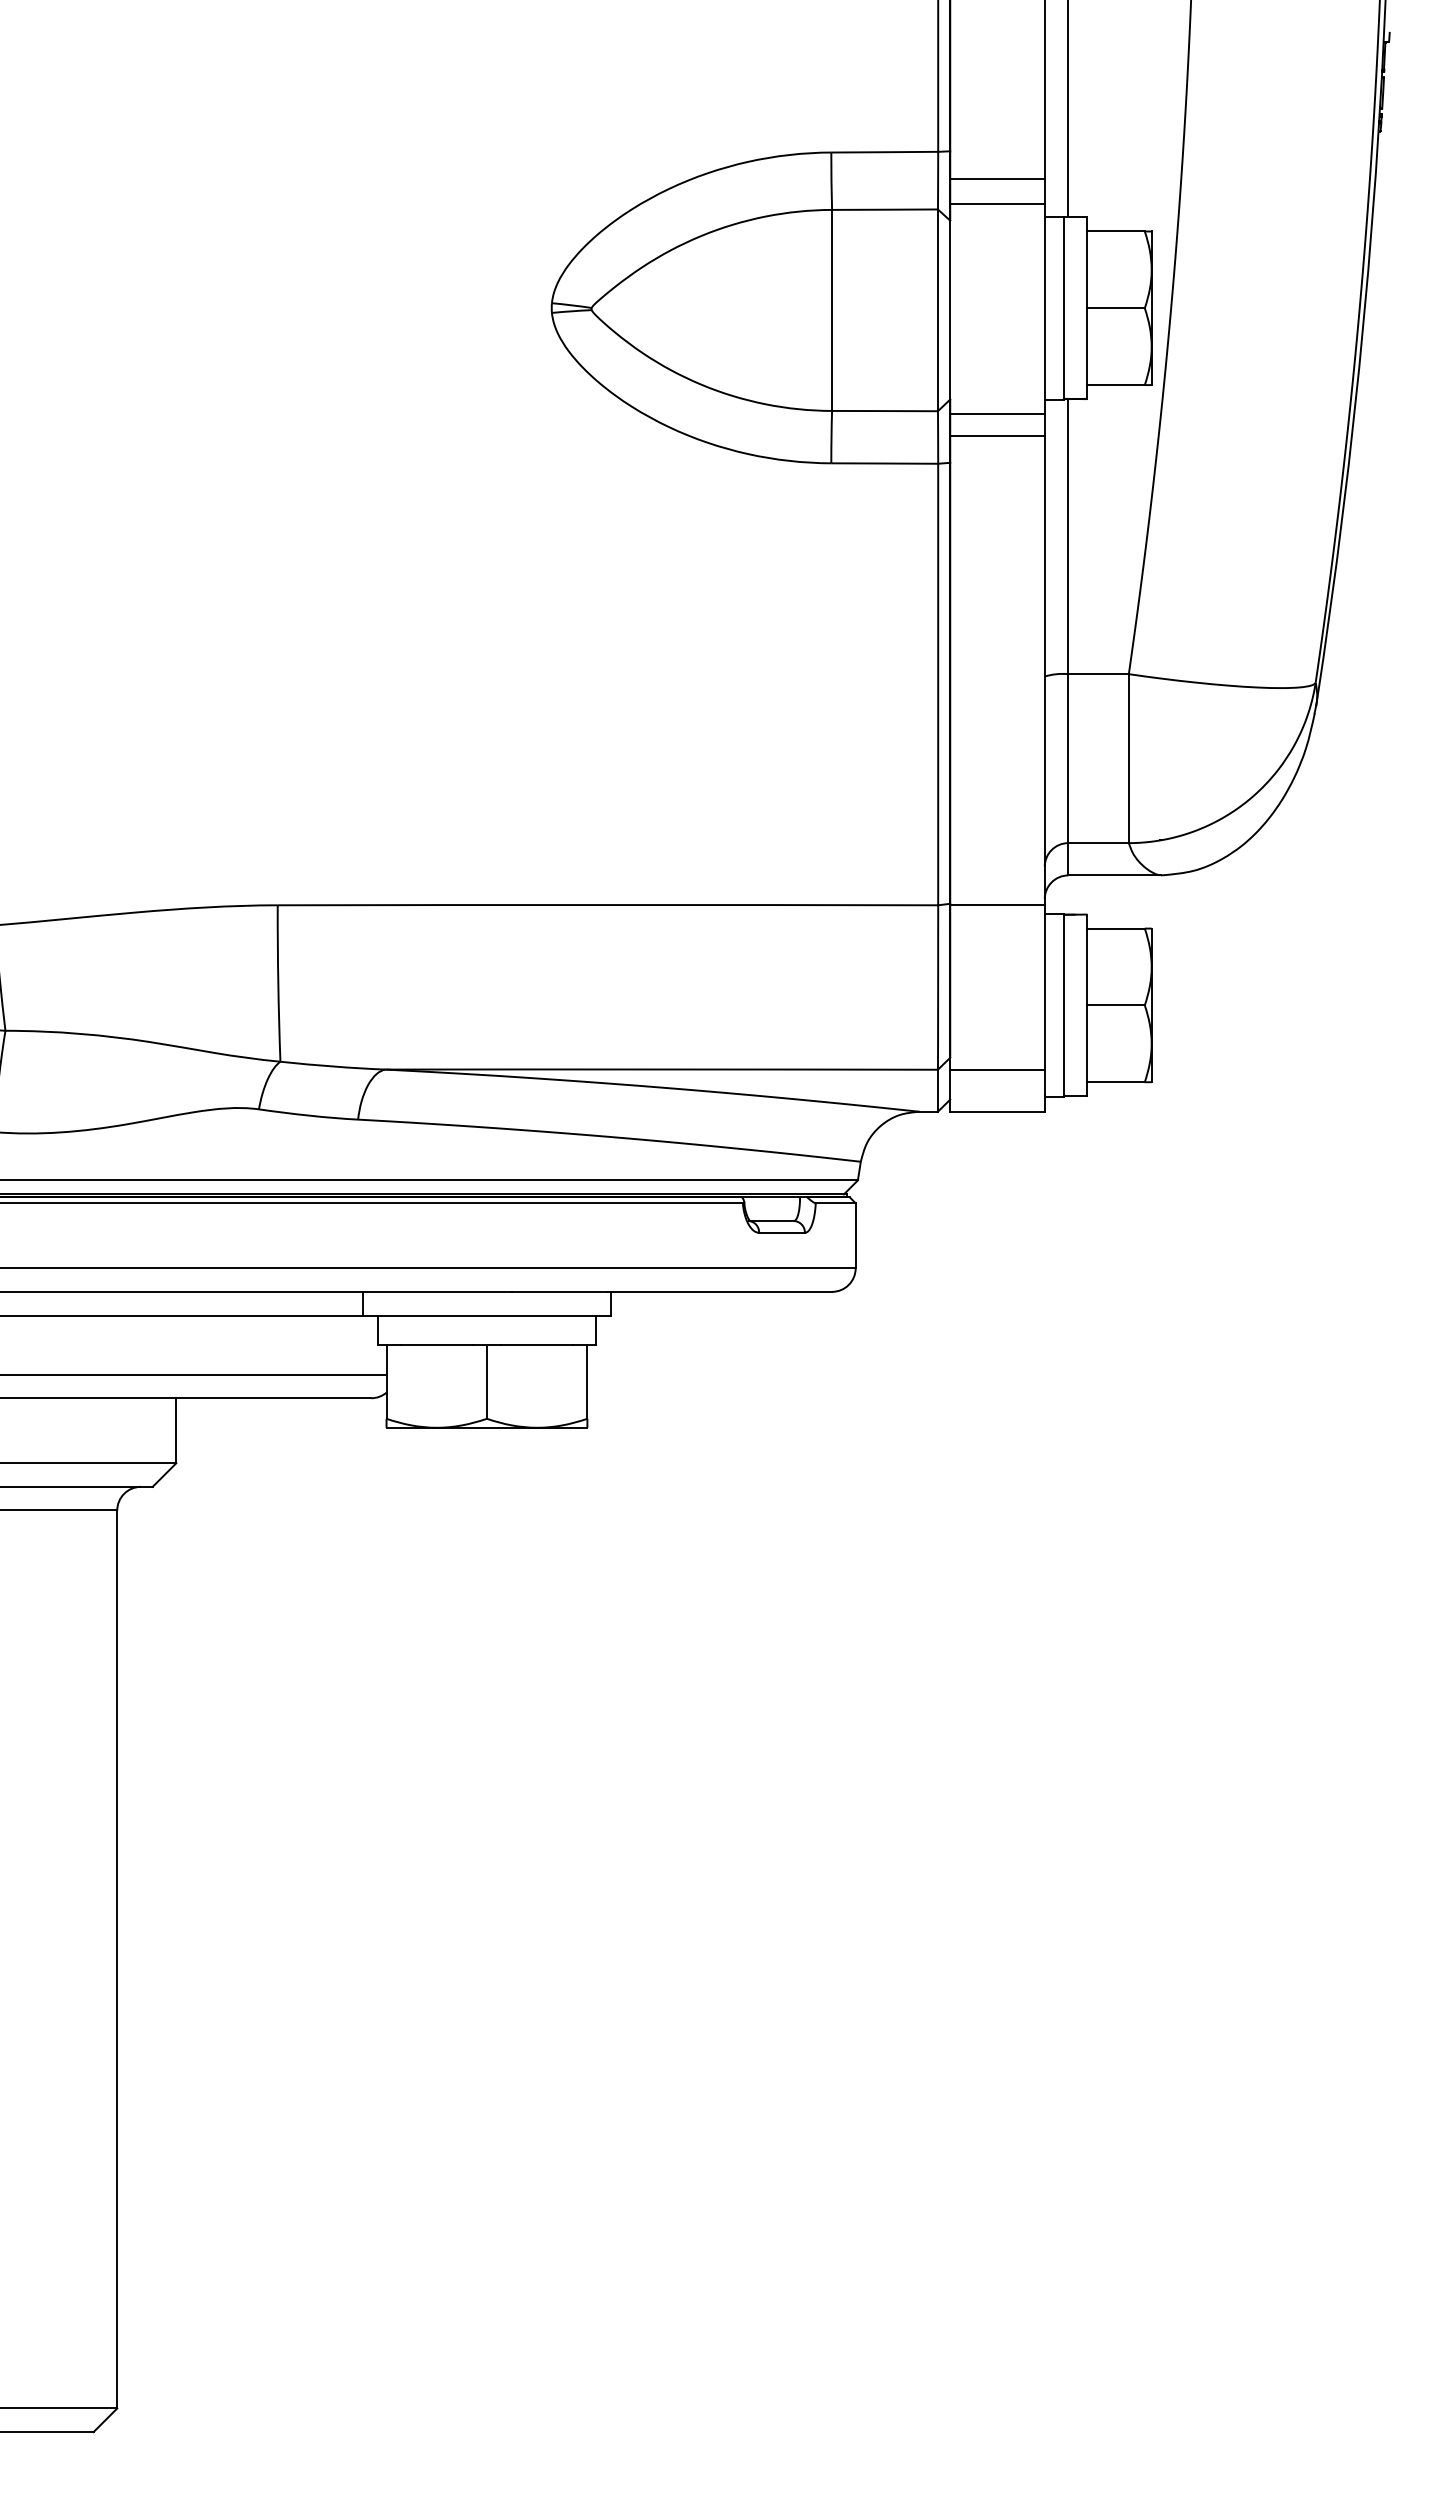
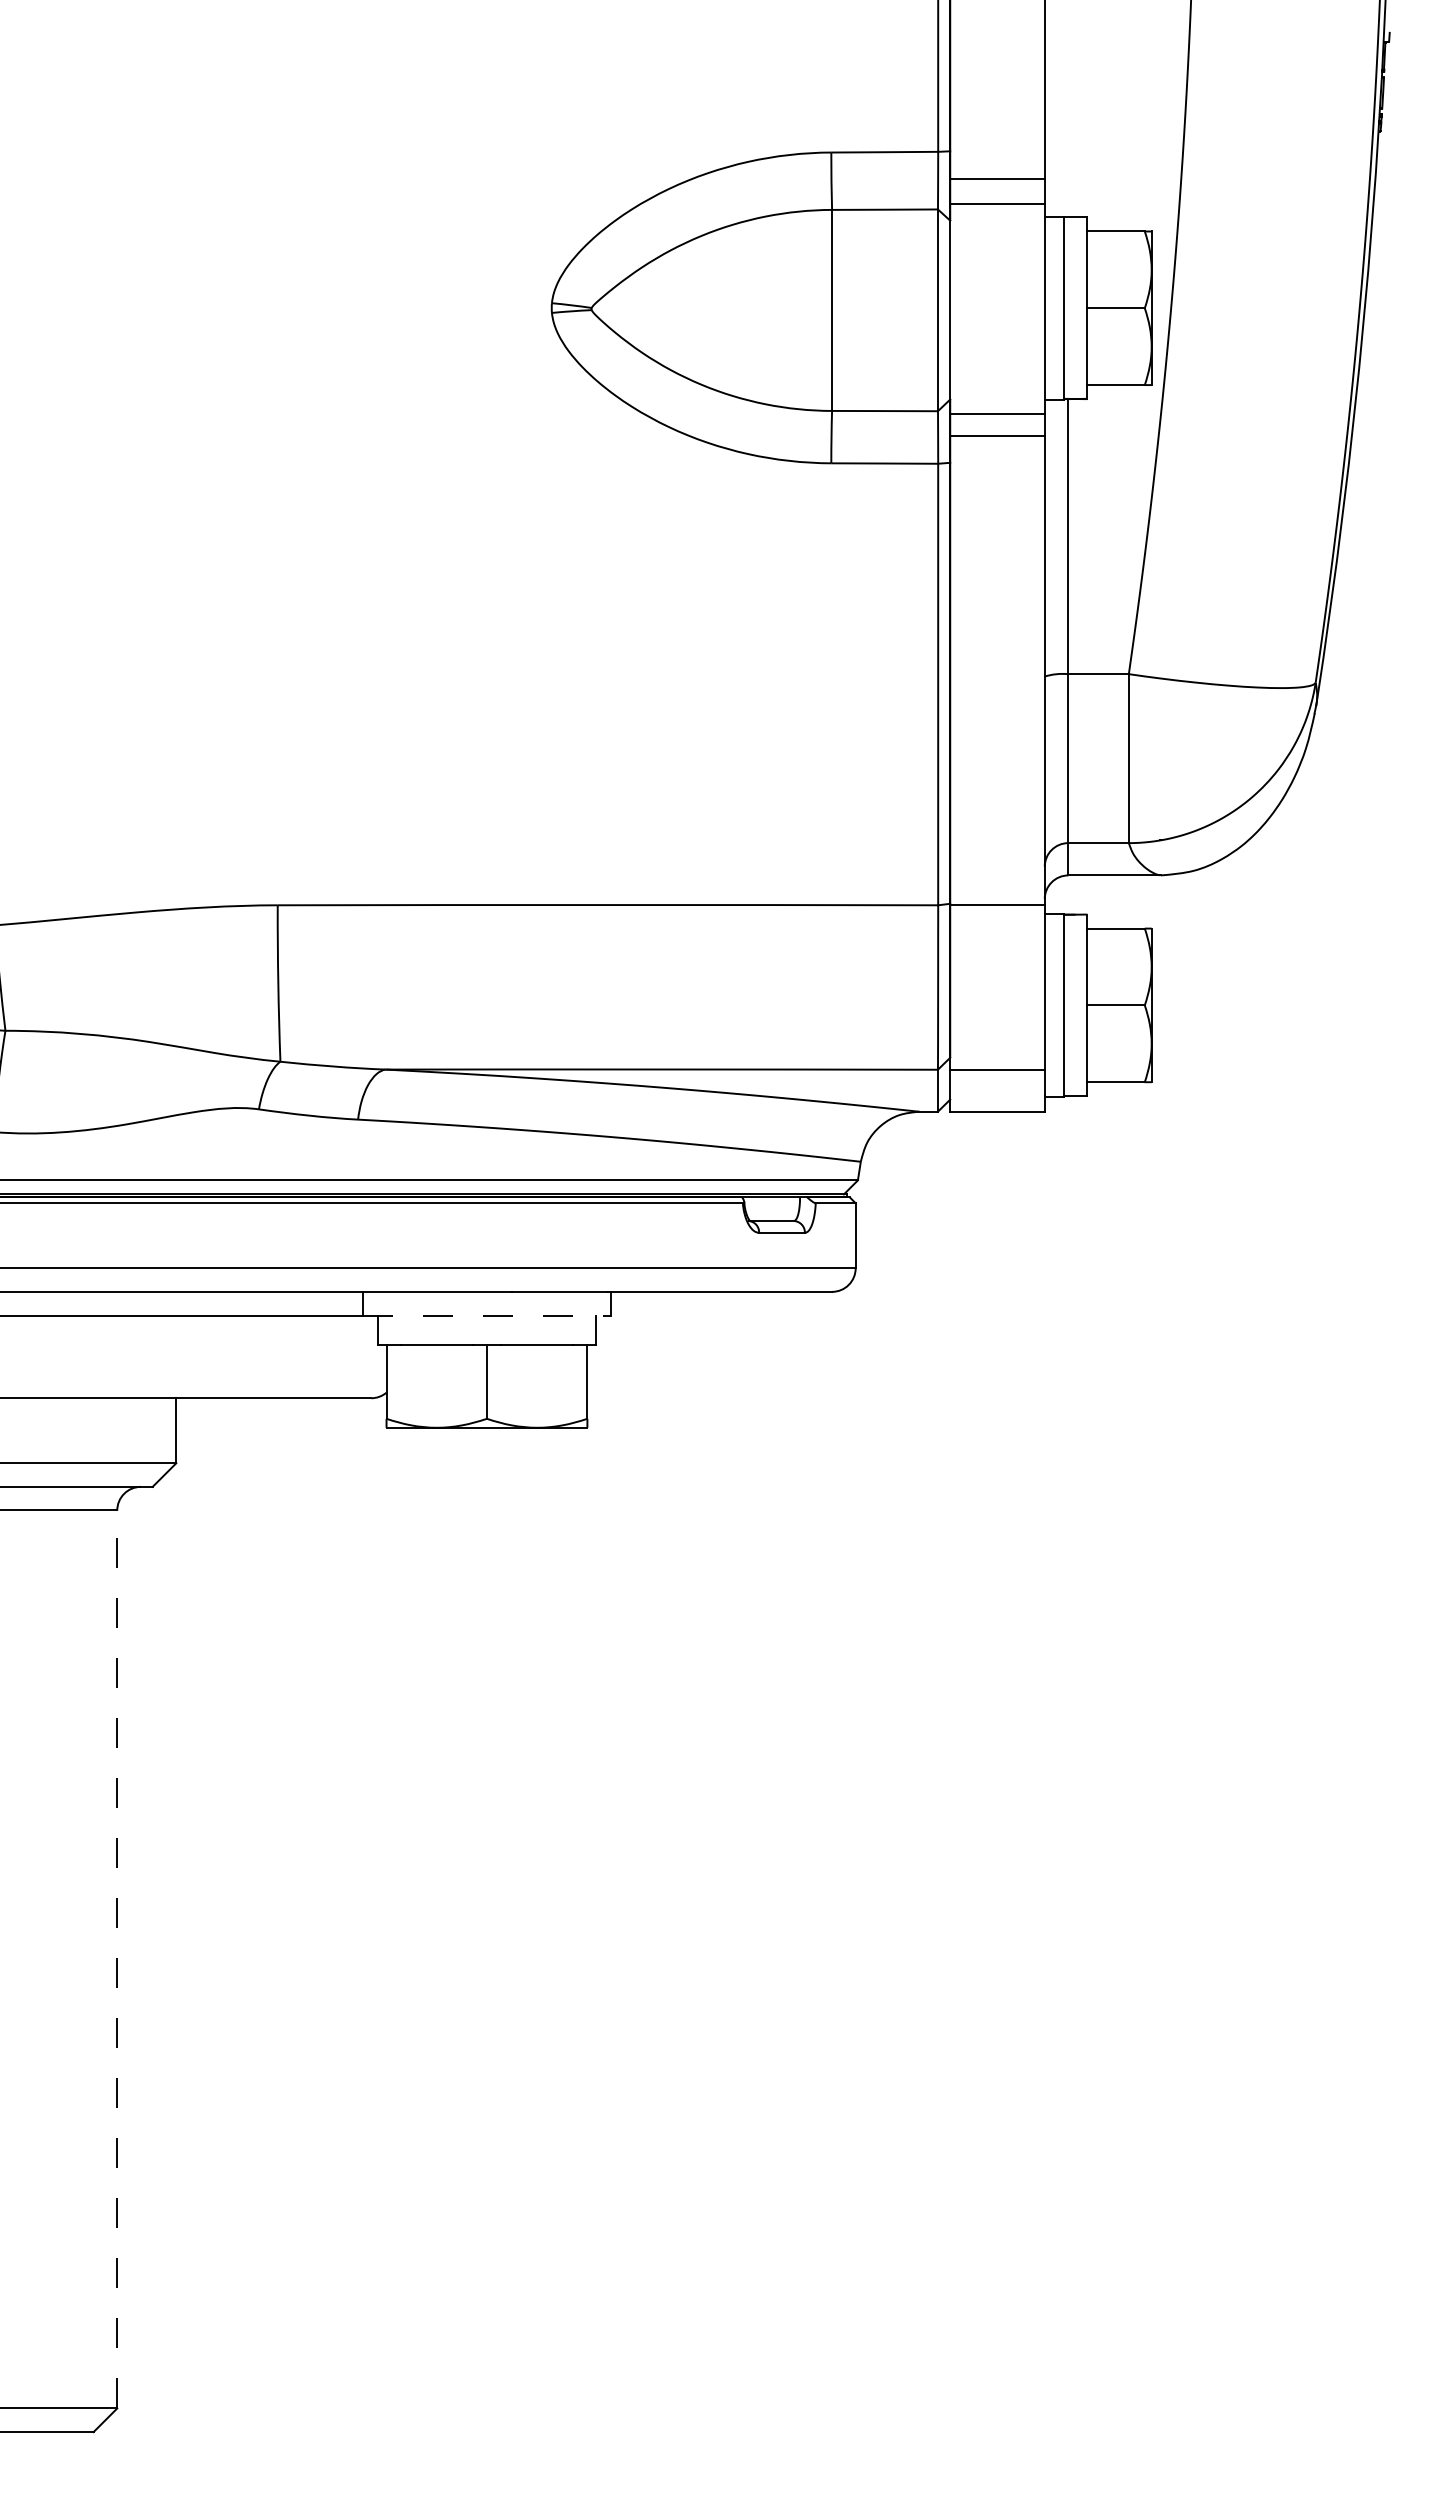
line at (1068, 109): present -> none
line at (487, 1315): solid -> dashed
line at (194, 1374): present -> none
line at (117, 1959): solid -> dashed
